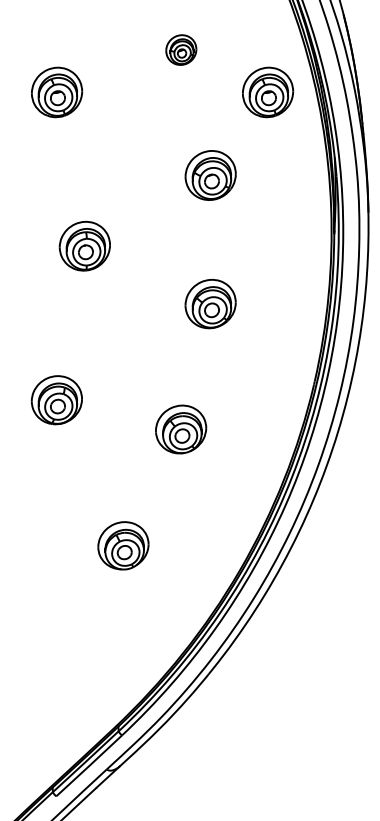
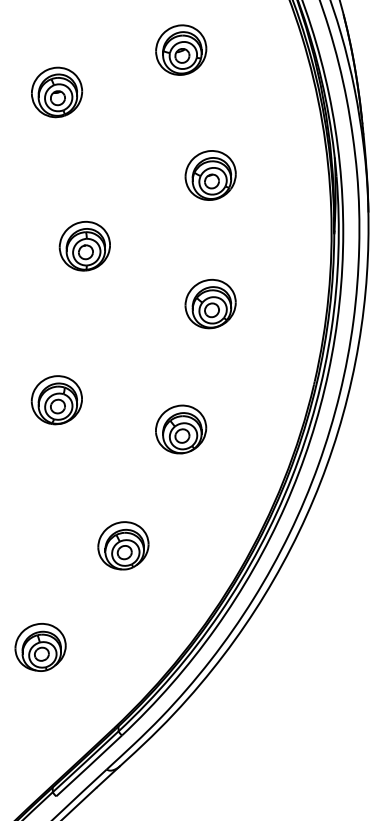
part at (181, 49) size: 33x32 px -> 53x52 px
part at (268, 92): present -> none
part at (40, 647): none -> present
